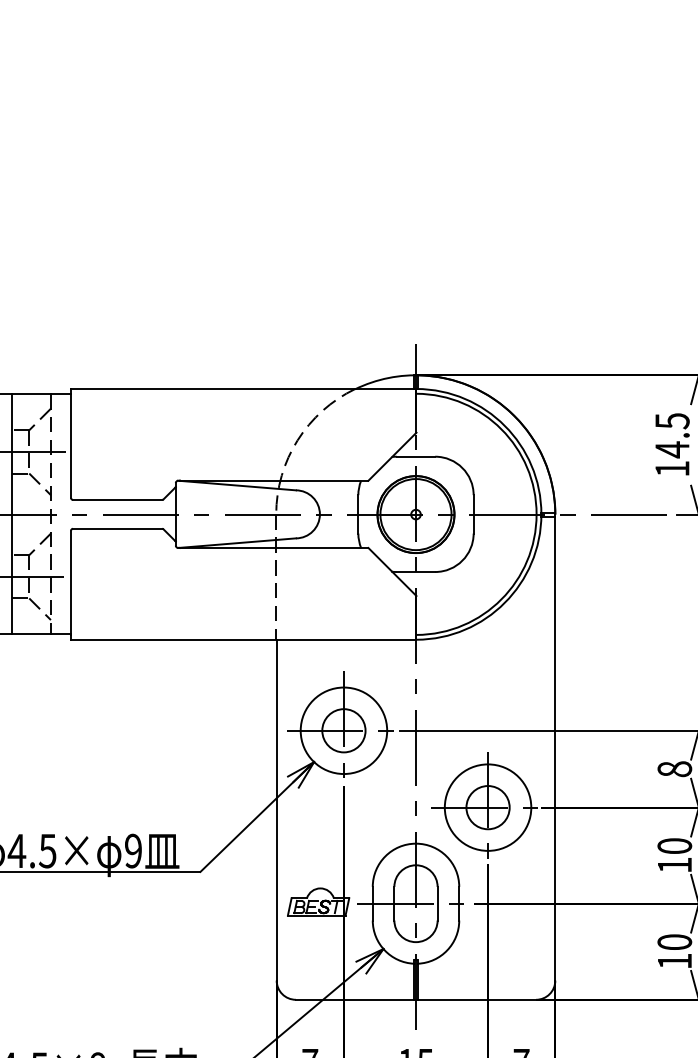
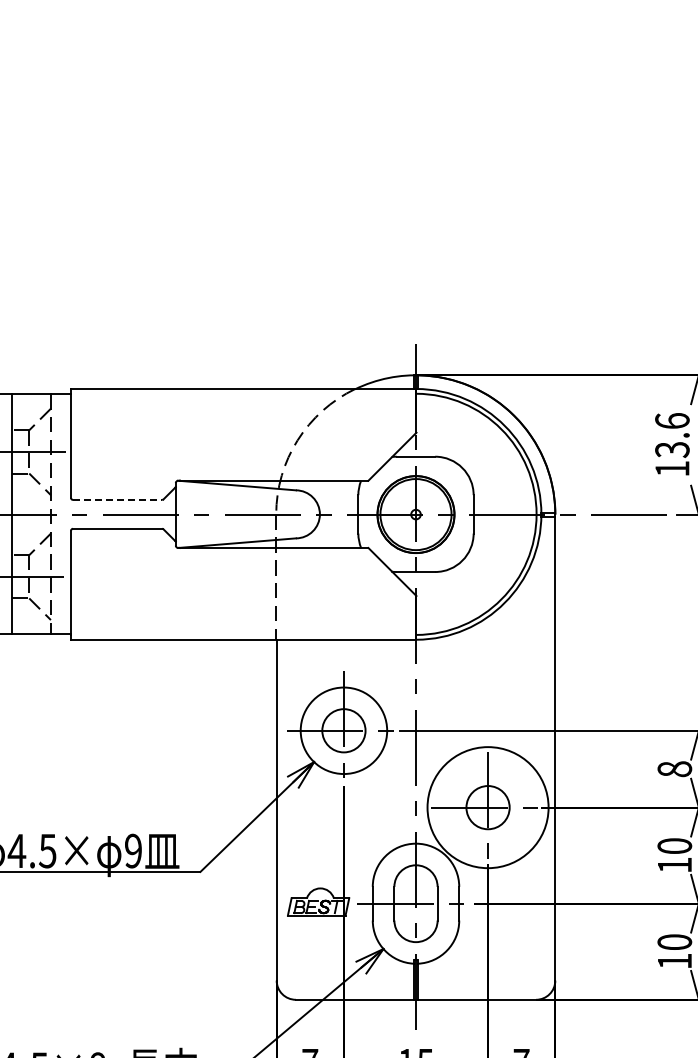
text at (672, 435): 14.5 -> 13.6
line at (117, 499): solid -> dashed
circle at (487, 807) diameter: 86 px -> 121 px
